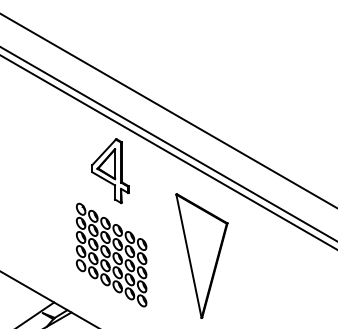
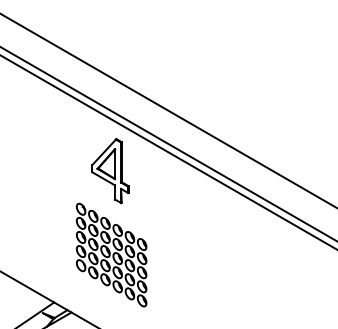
part at (201, 255): present -> none
